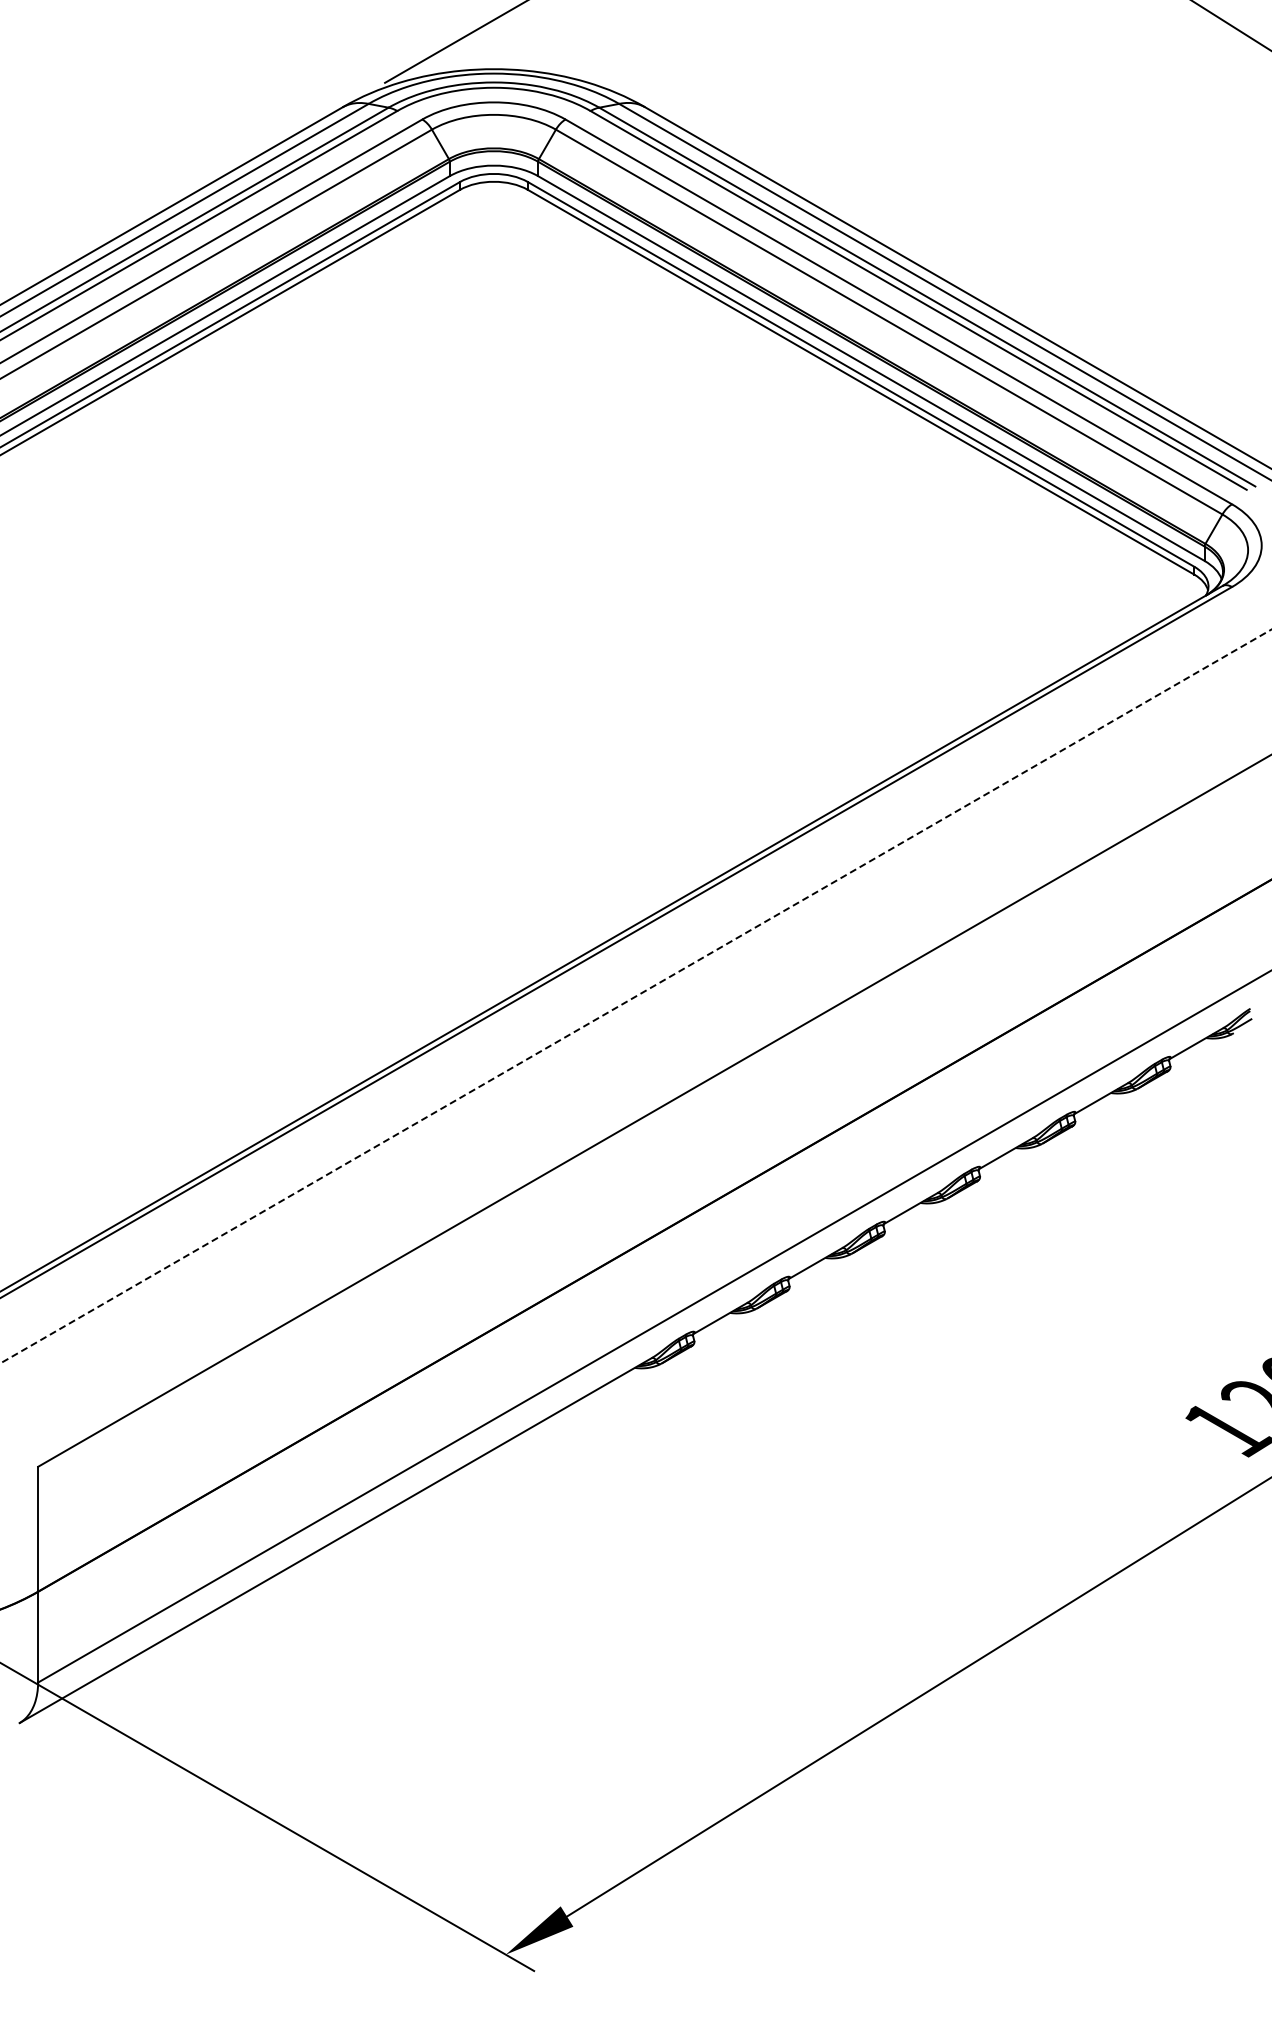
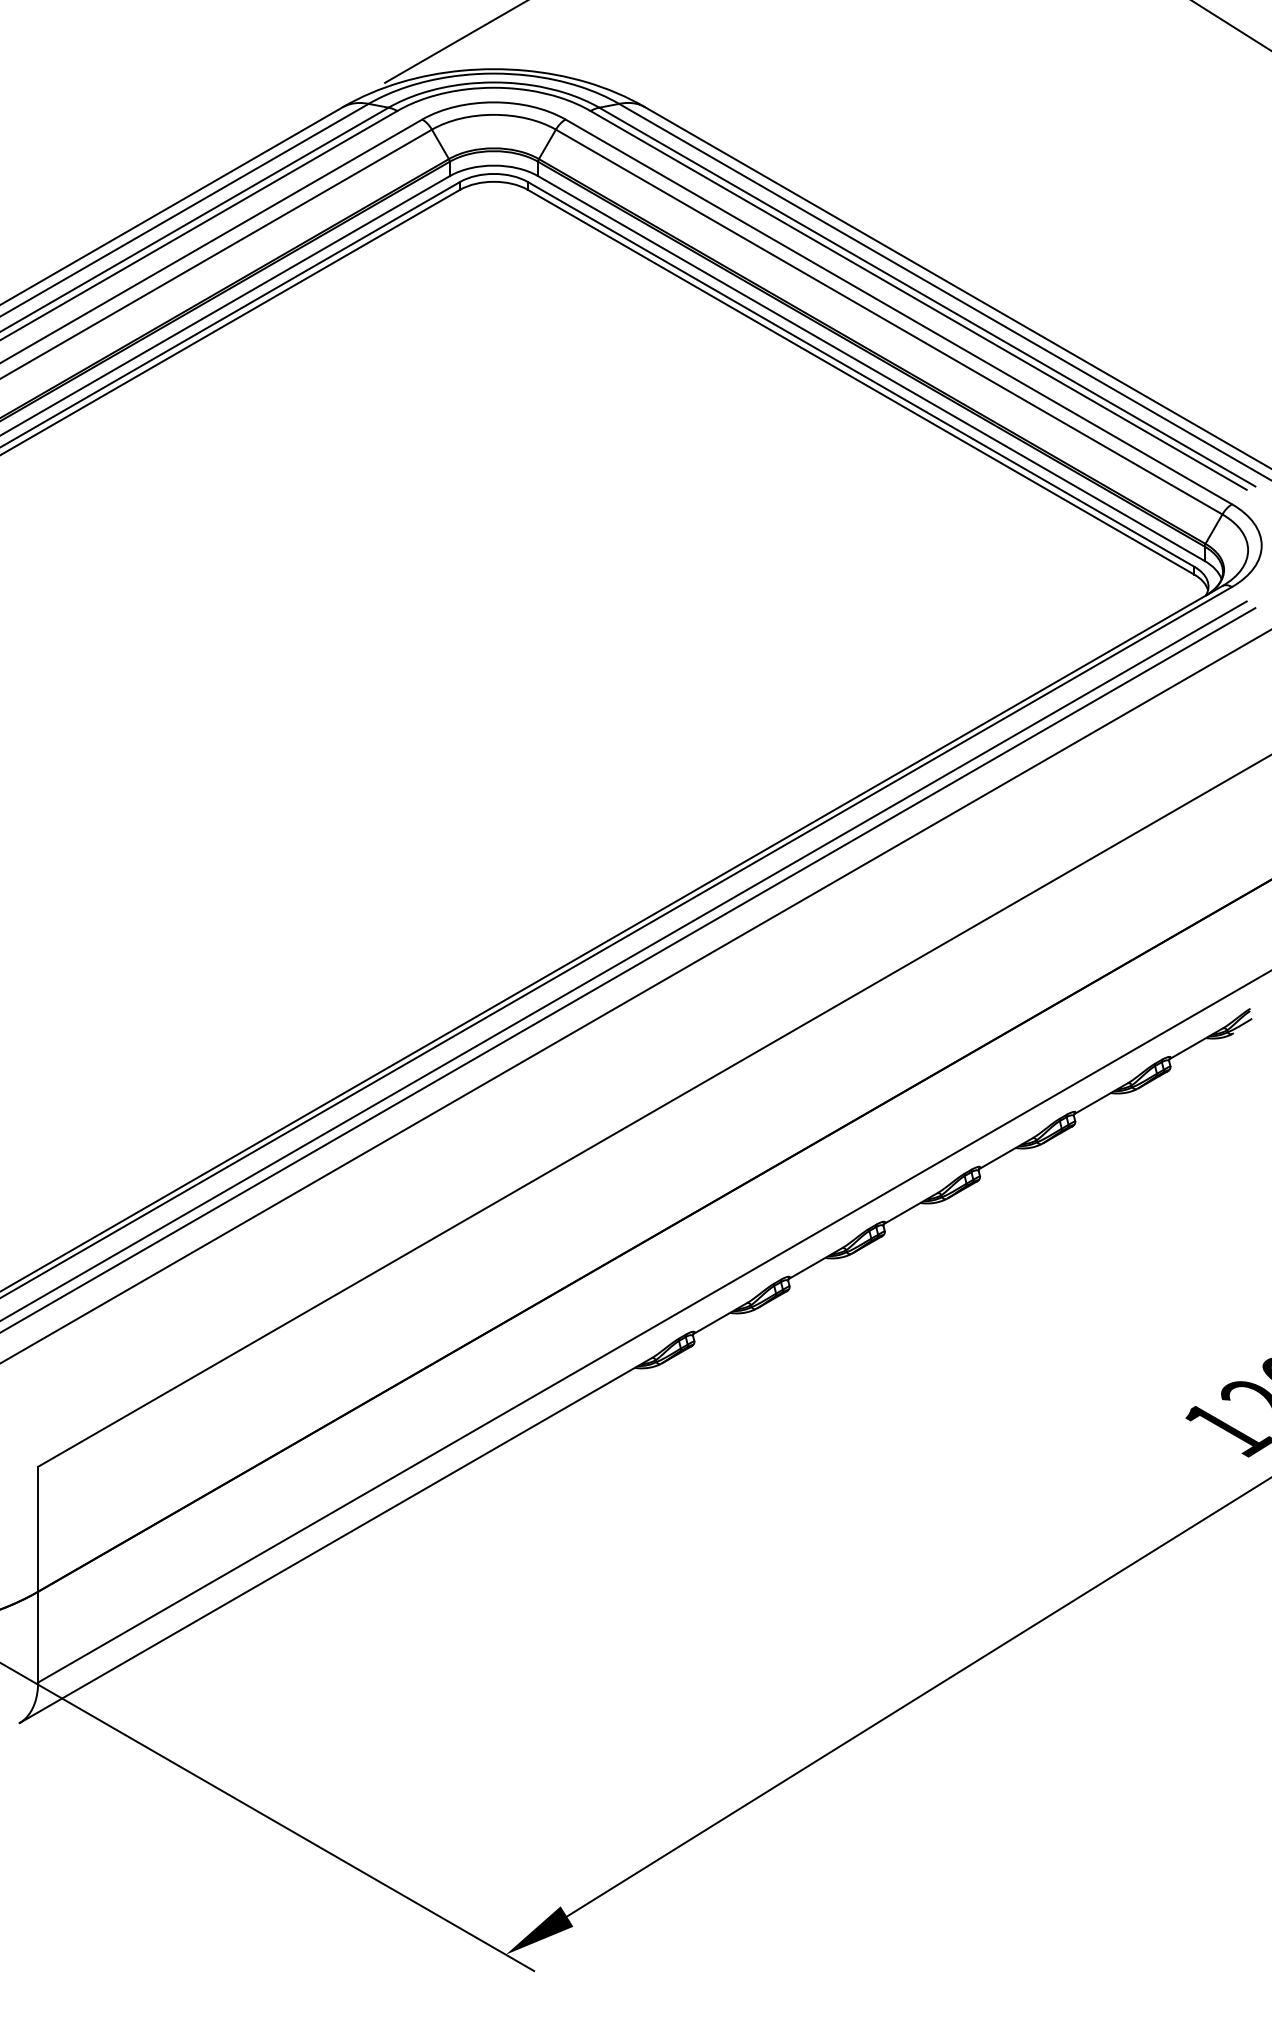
line at (624, 960): none -> present
line at (628, 969): none -> present
line at (635, 996): dashed -> solid
